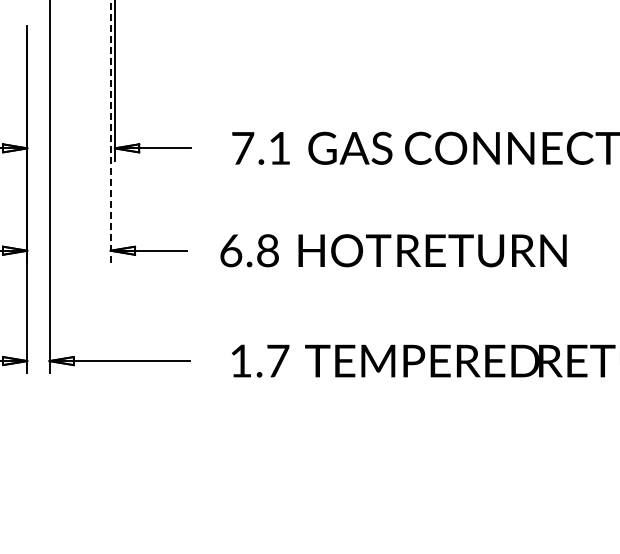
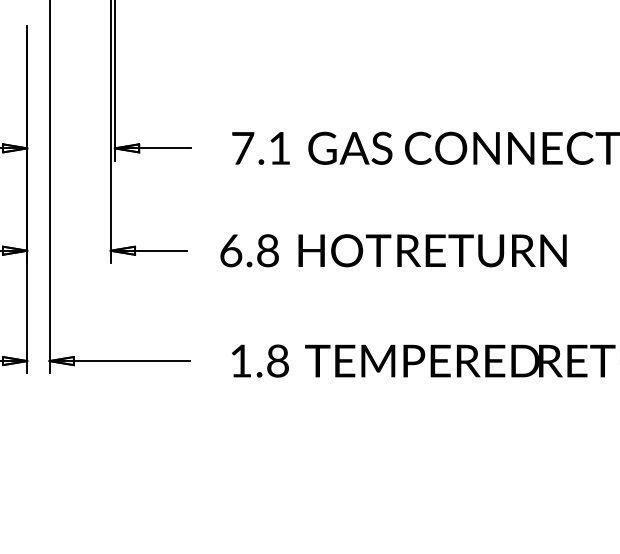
line at (110, 132): dashed -> solid
text at (278, 360): 1.7 -> 1.8
